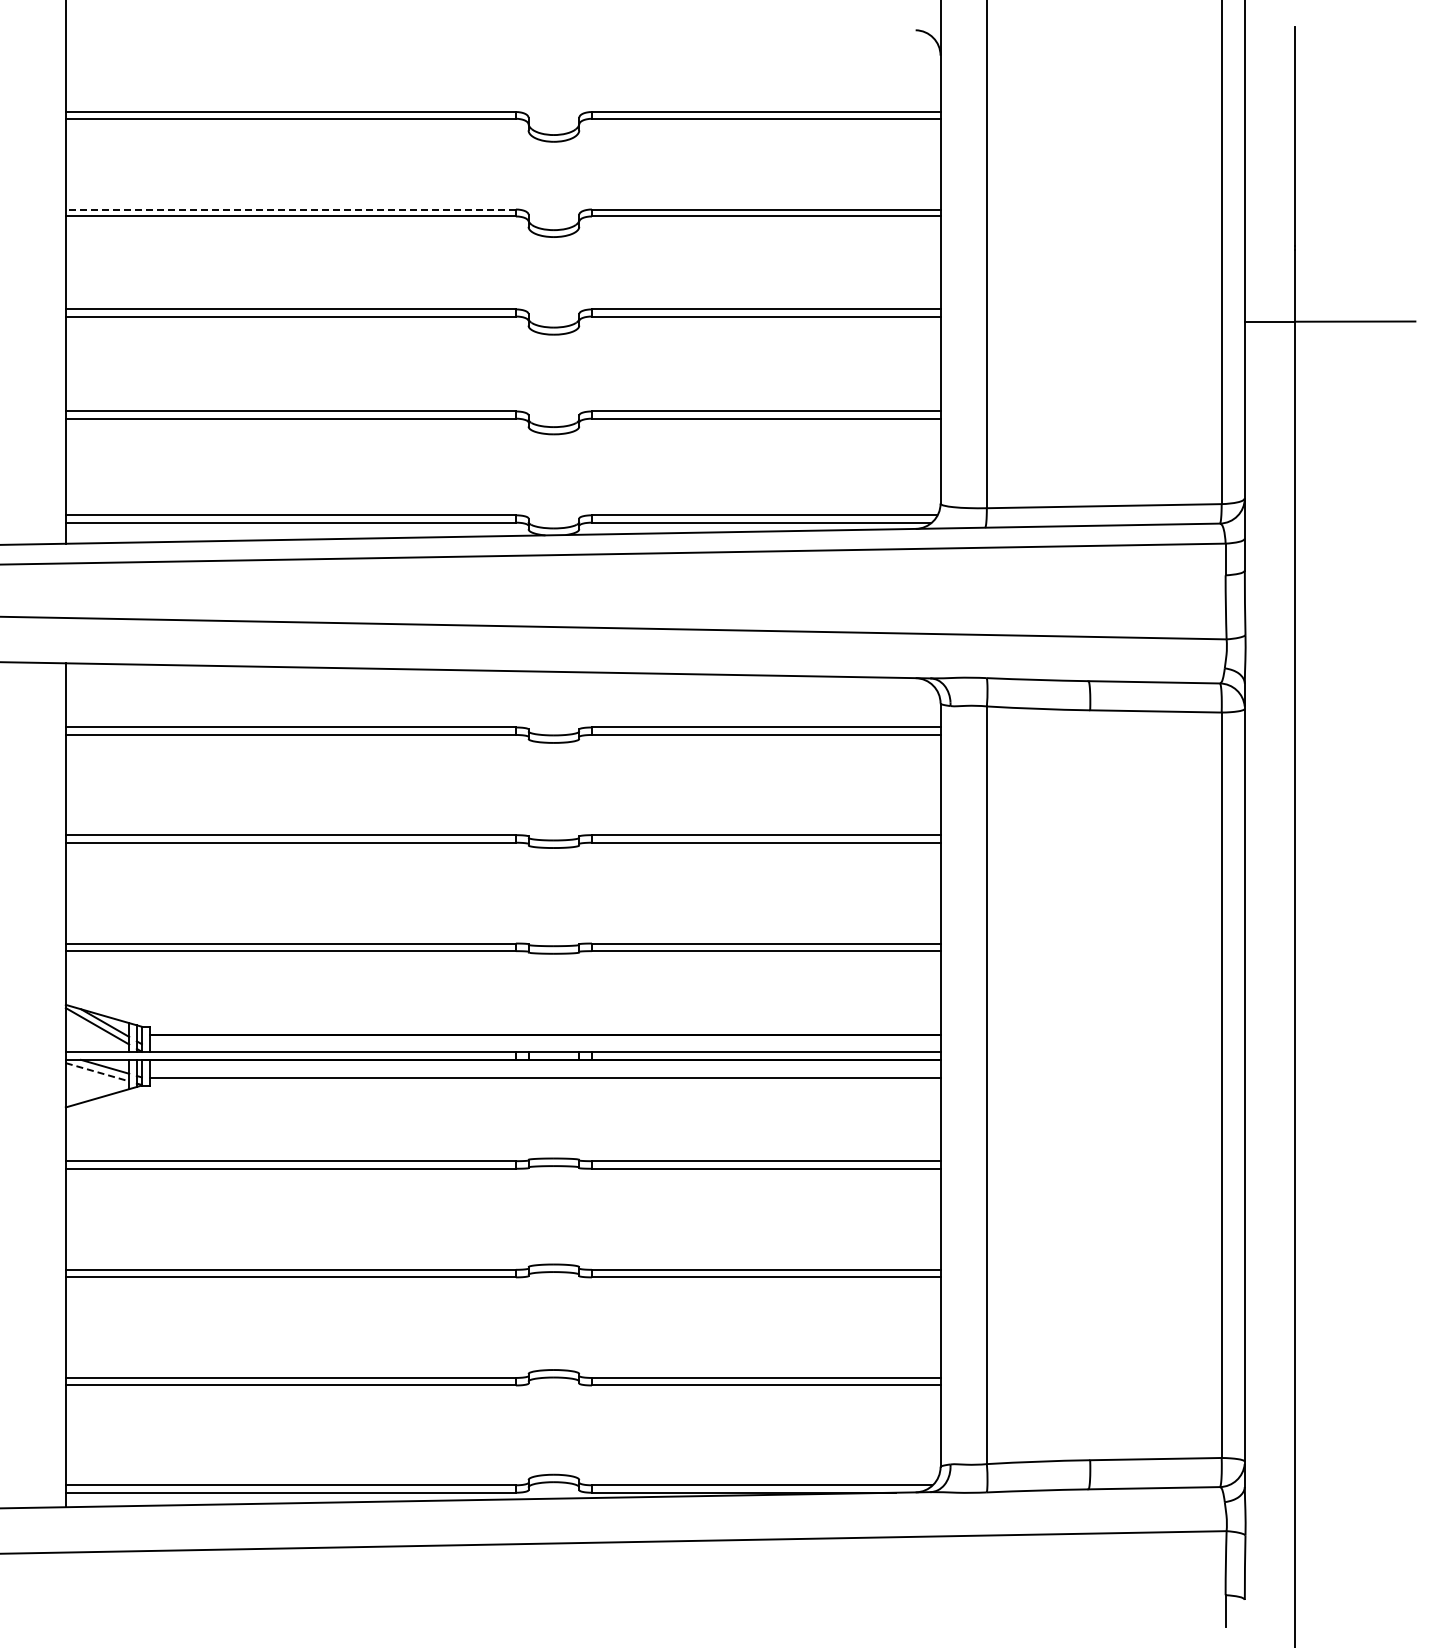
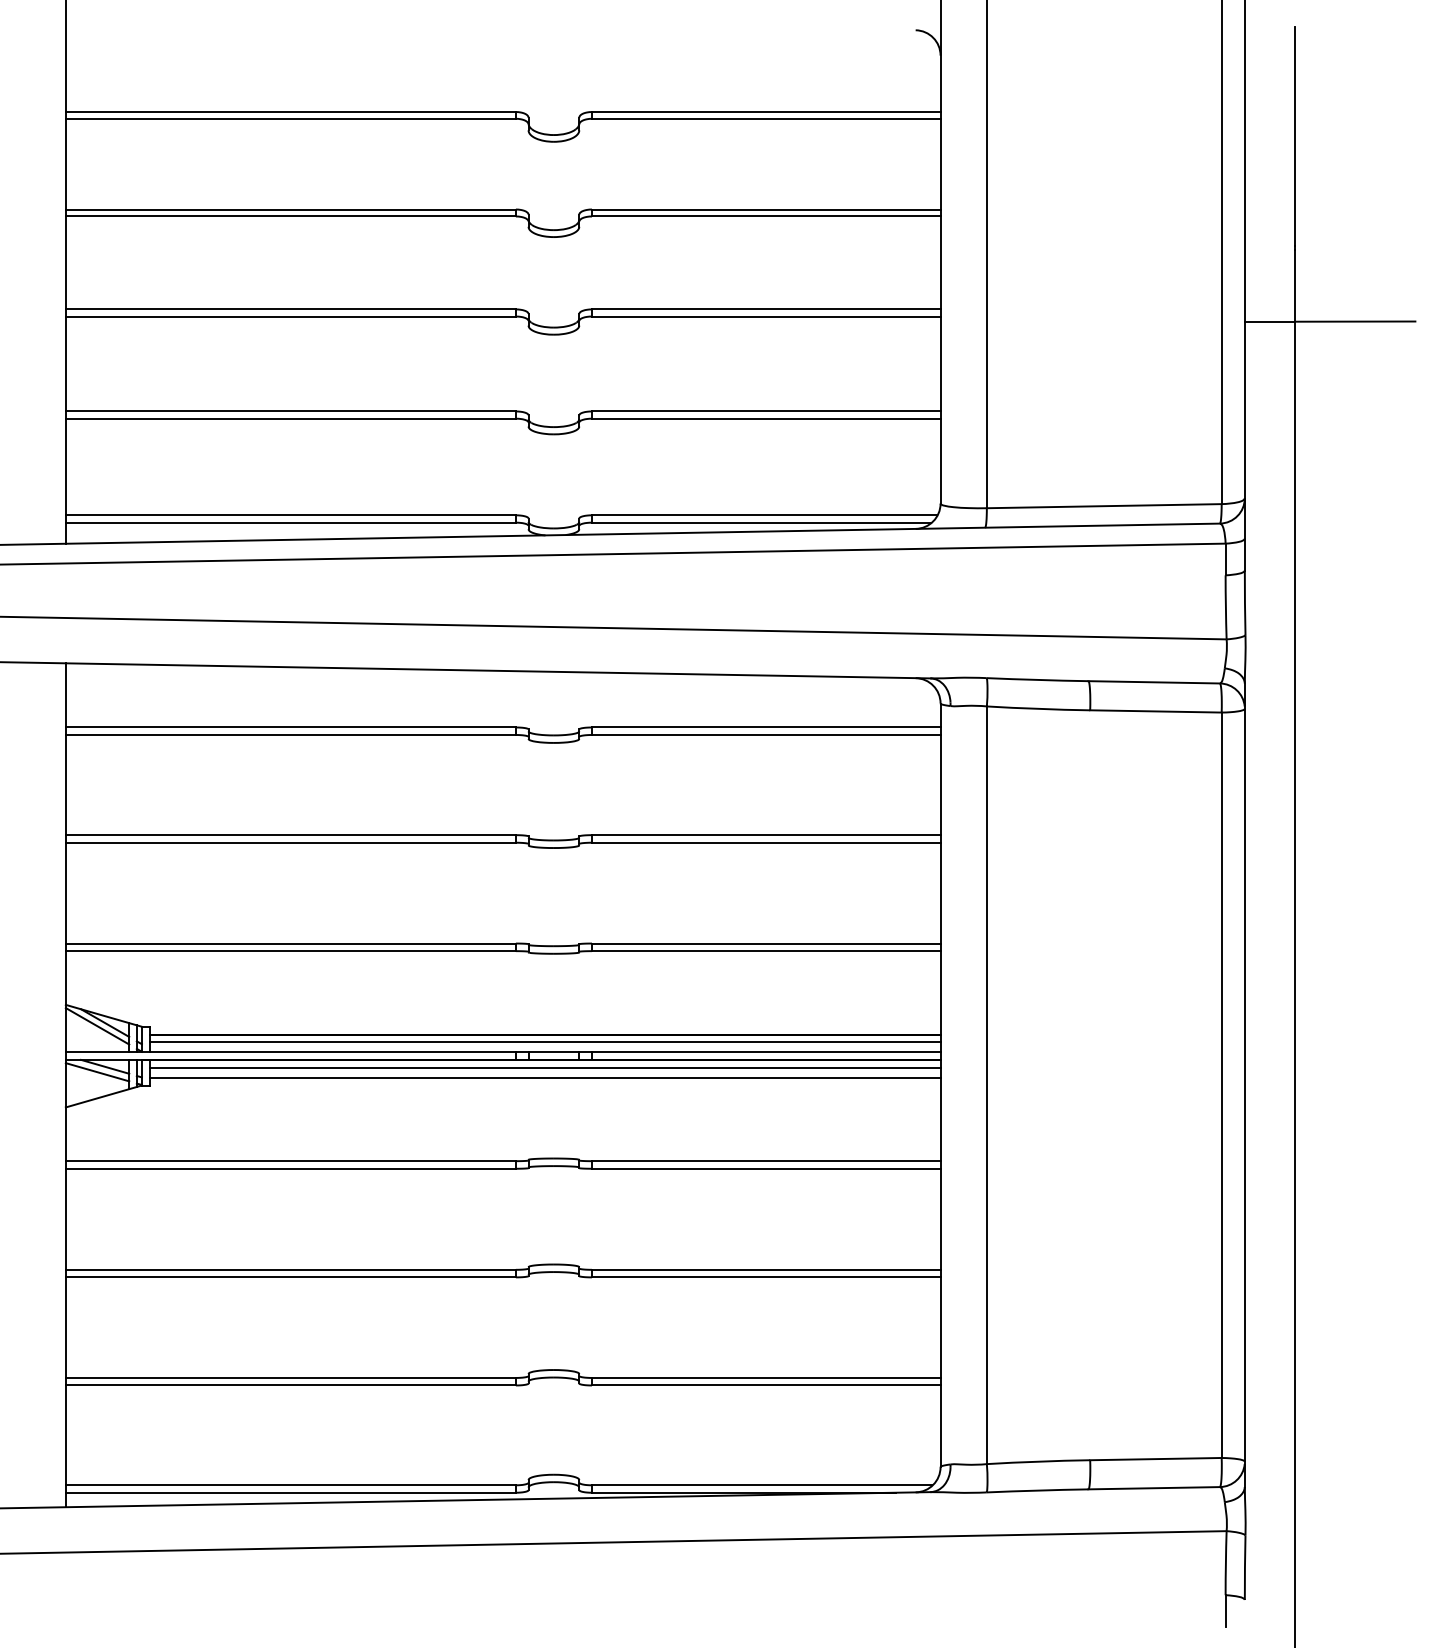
line at (290, 209): dashed -> solid
line at (544, 1042): none -> present
line at (544, 1067): none -> present
line at (97, 1072): dashed -> solid
